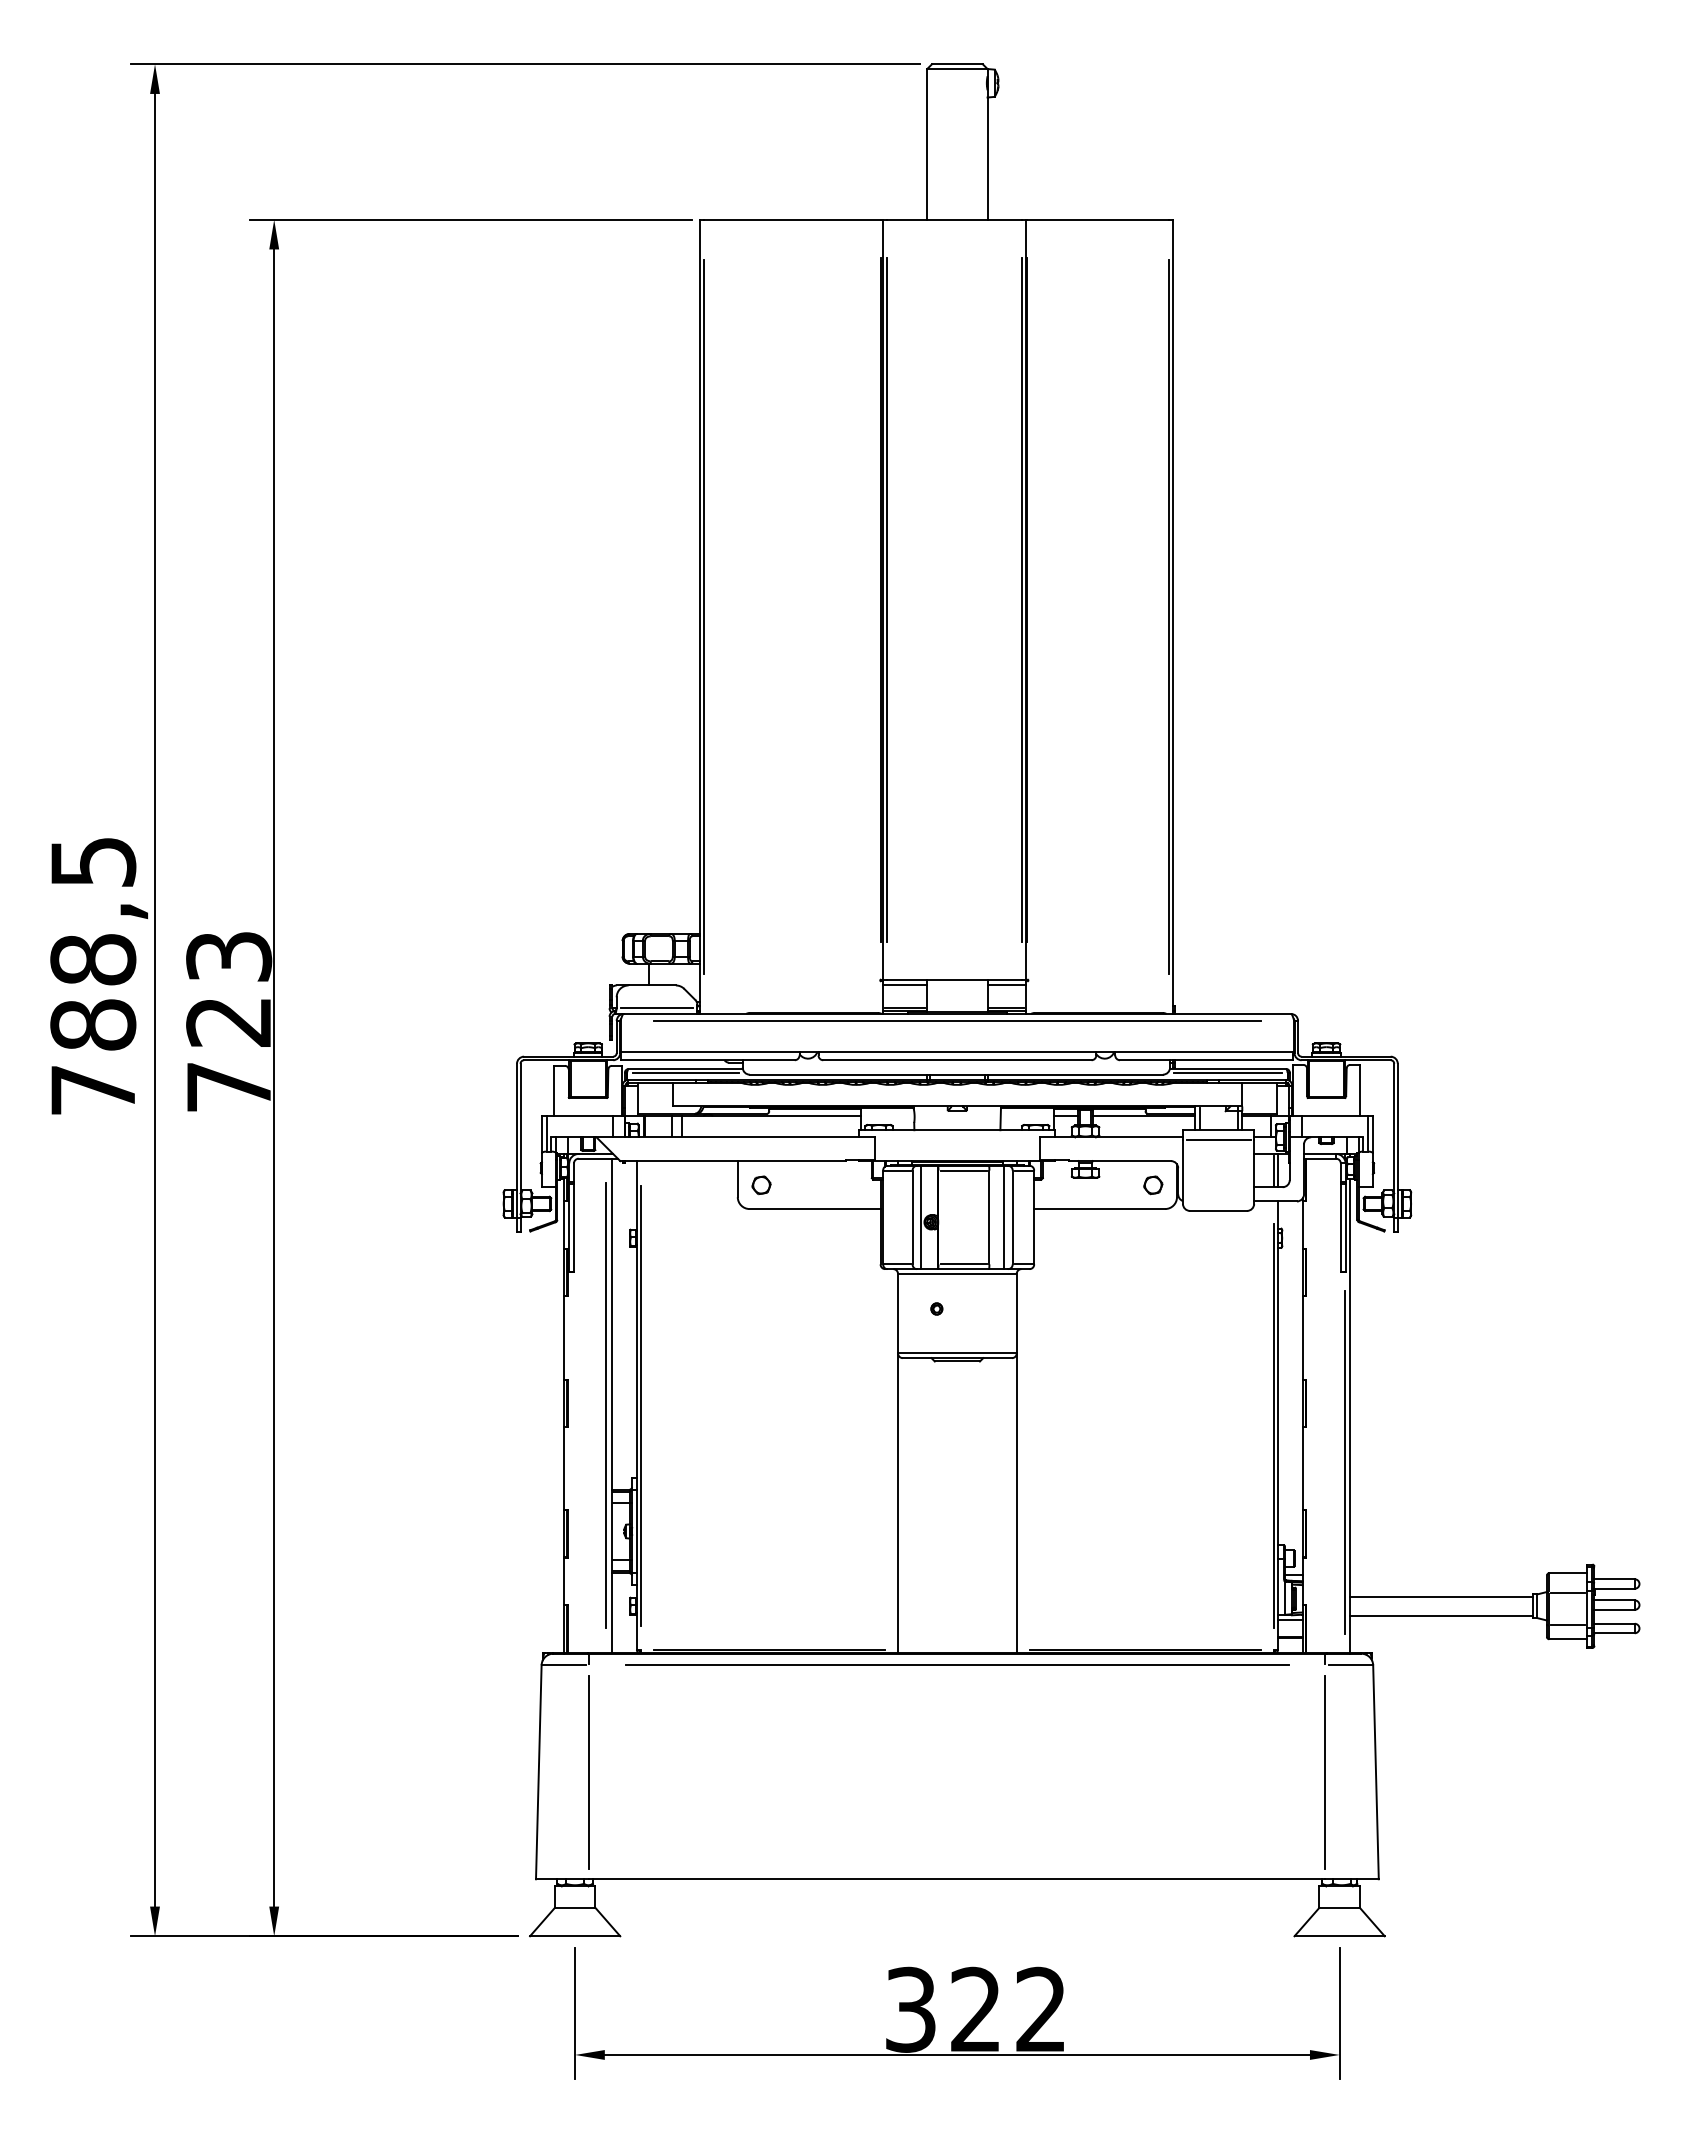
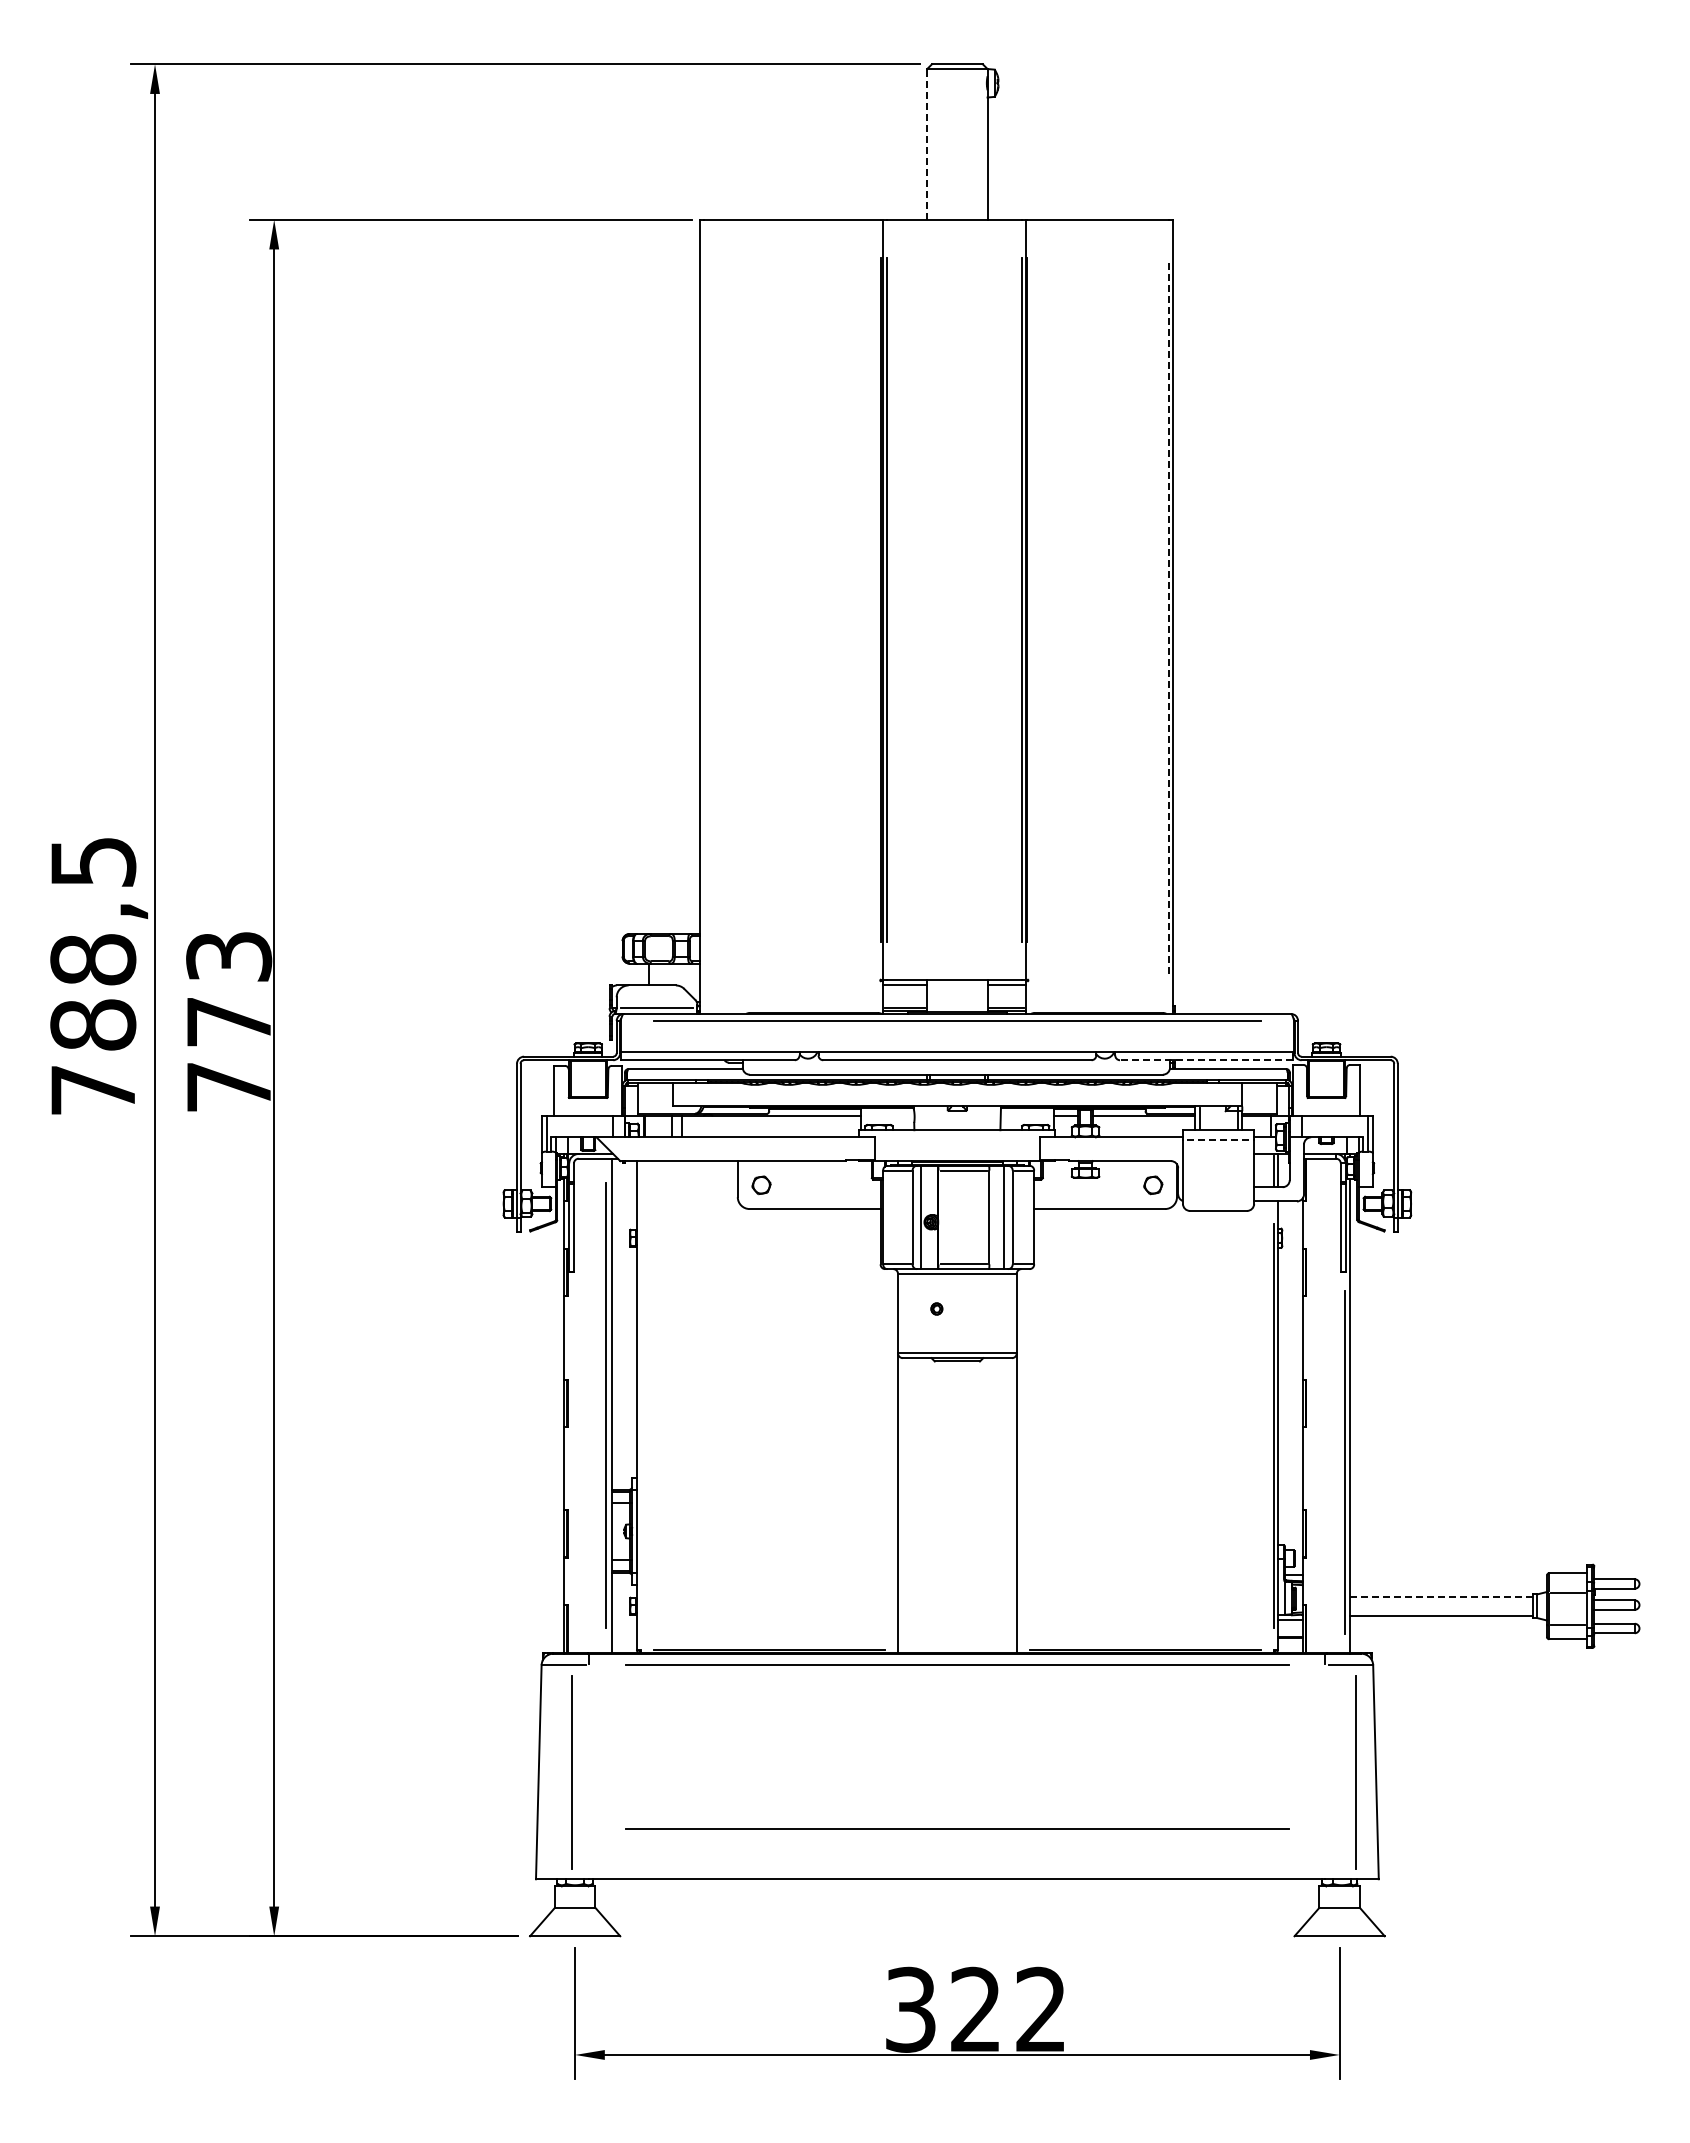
line at (927, 143): solid -> dashed
line at (704, 616): present -> none
line at (1168, 616): solid -> dashed
text at (228, 1022): 723 -> 773
line at (1206, 1060): solid -> dashed
line at (685, 1072): present -> none
line at (1227, 1072): present -> none
line at (1219, 1139): solid -> dashed
line at (640, 1405): present -> none
line at (1440, 1596): solid -> dashed
line at (588, 1772) position: (588, 1772) -> (571, 1772)
line at (1324, 1772) position: (1324, 1772) -> (1355, 1772)
line at (957, 1828): none -> present
